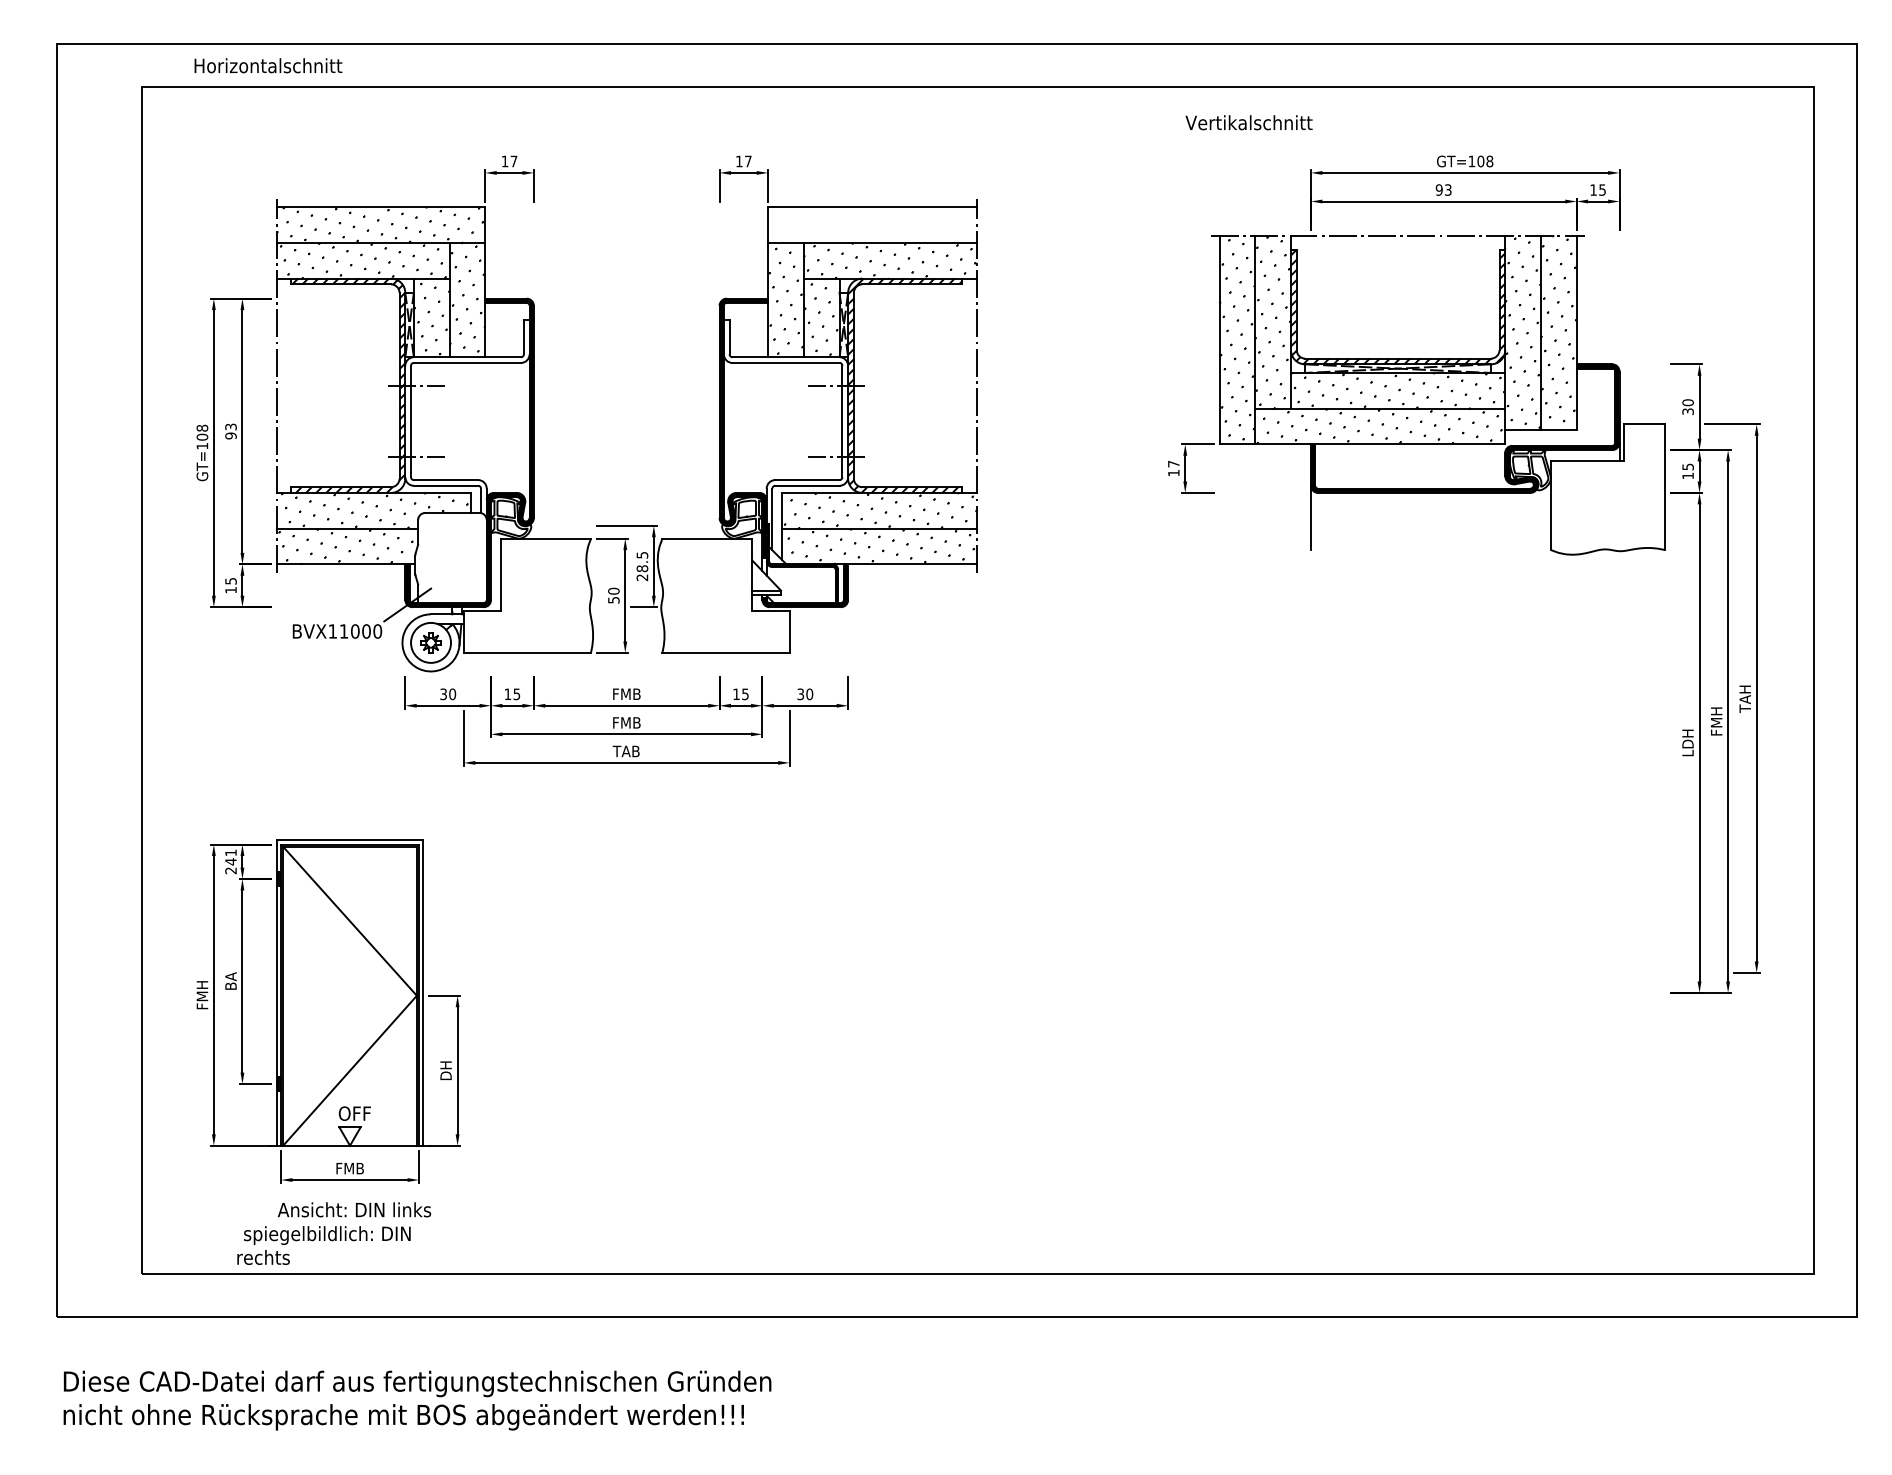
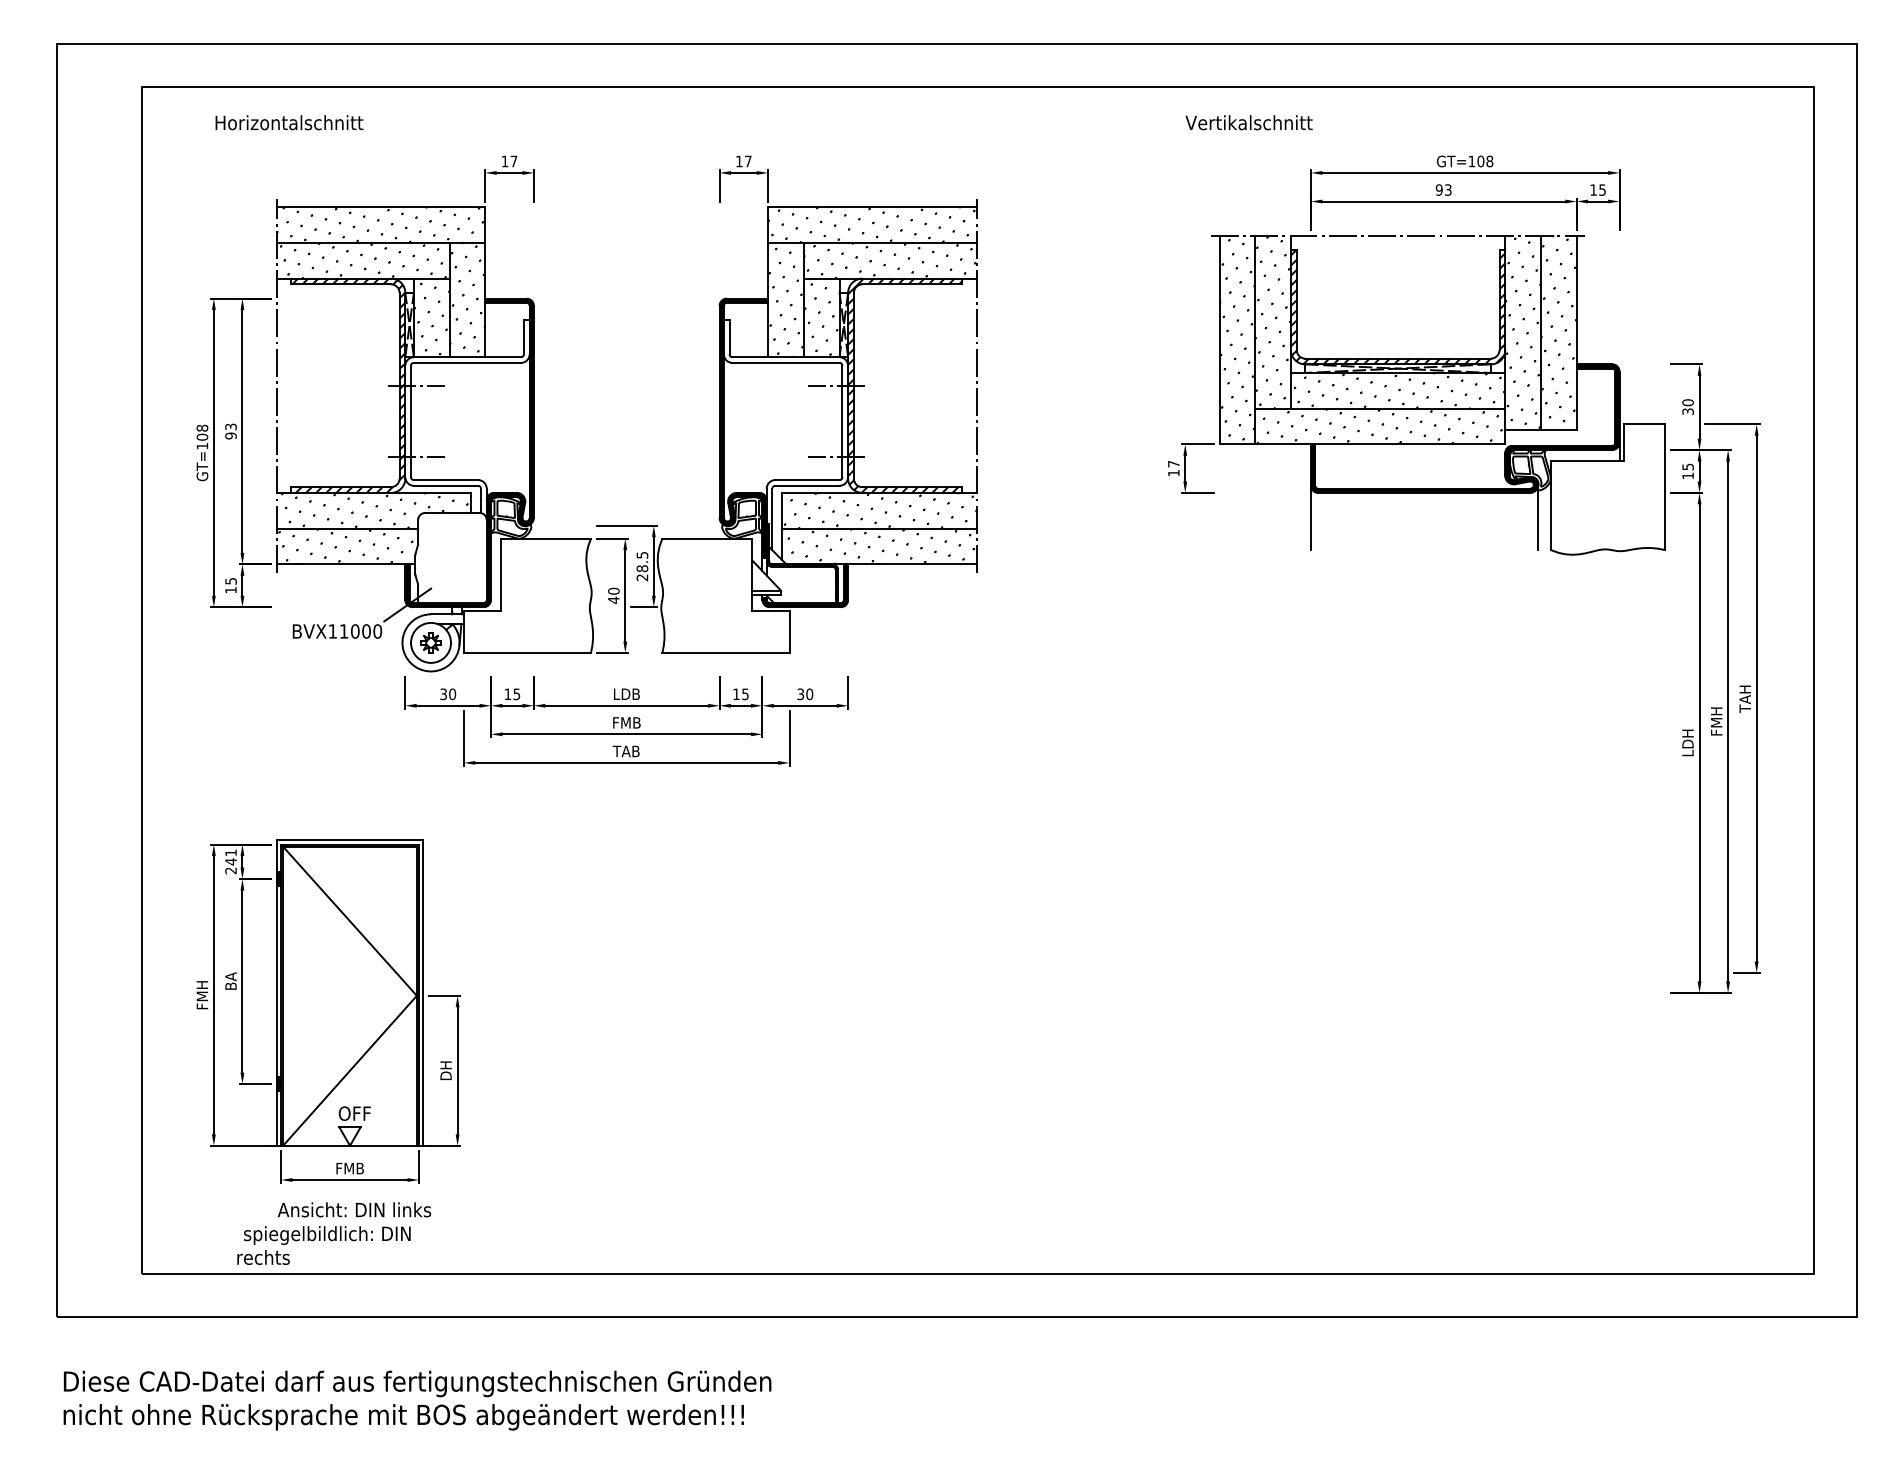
text at (268, 65) position: (268, 65) -> (289, 122)
hatch at (871, 224): none -> present
line at (1538, 517): none -> present
text at (613, 599): 50 -> 40
text at (626, 693): FMB -> LDB
